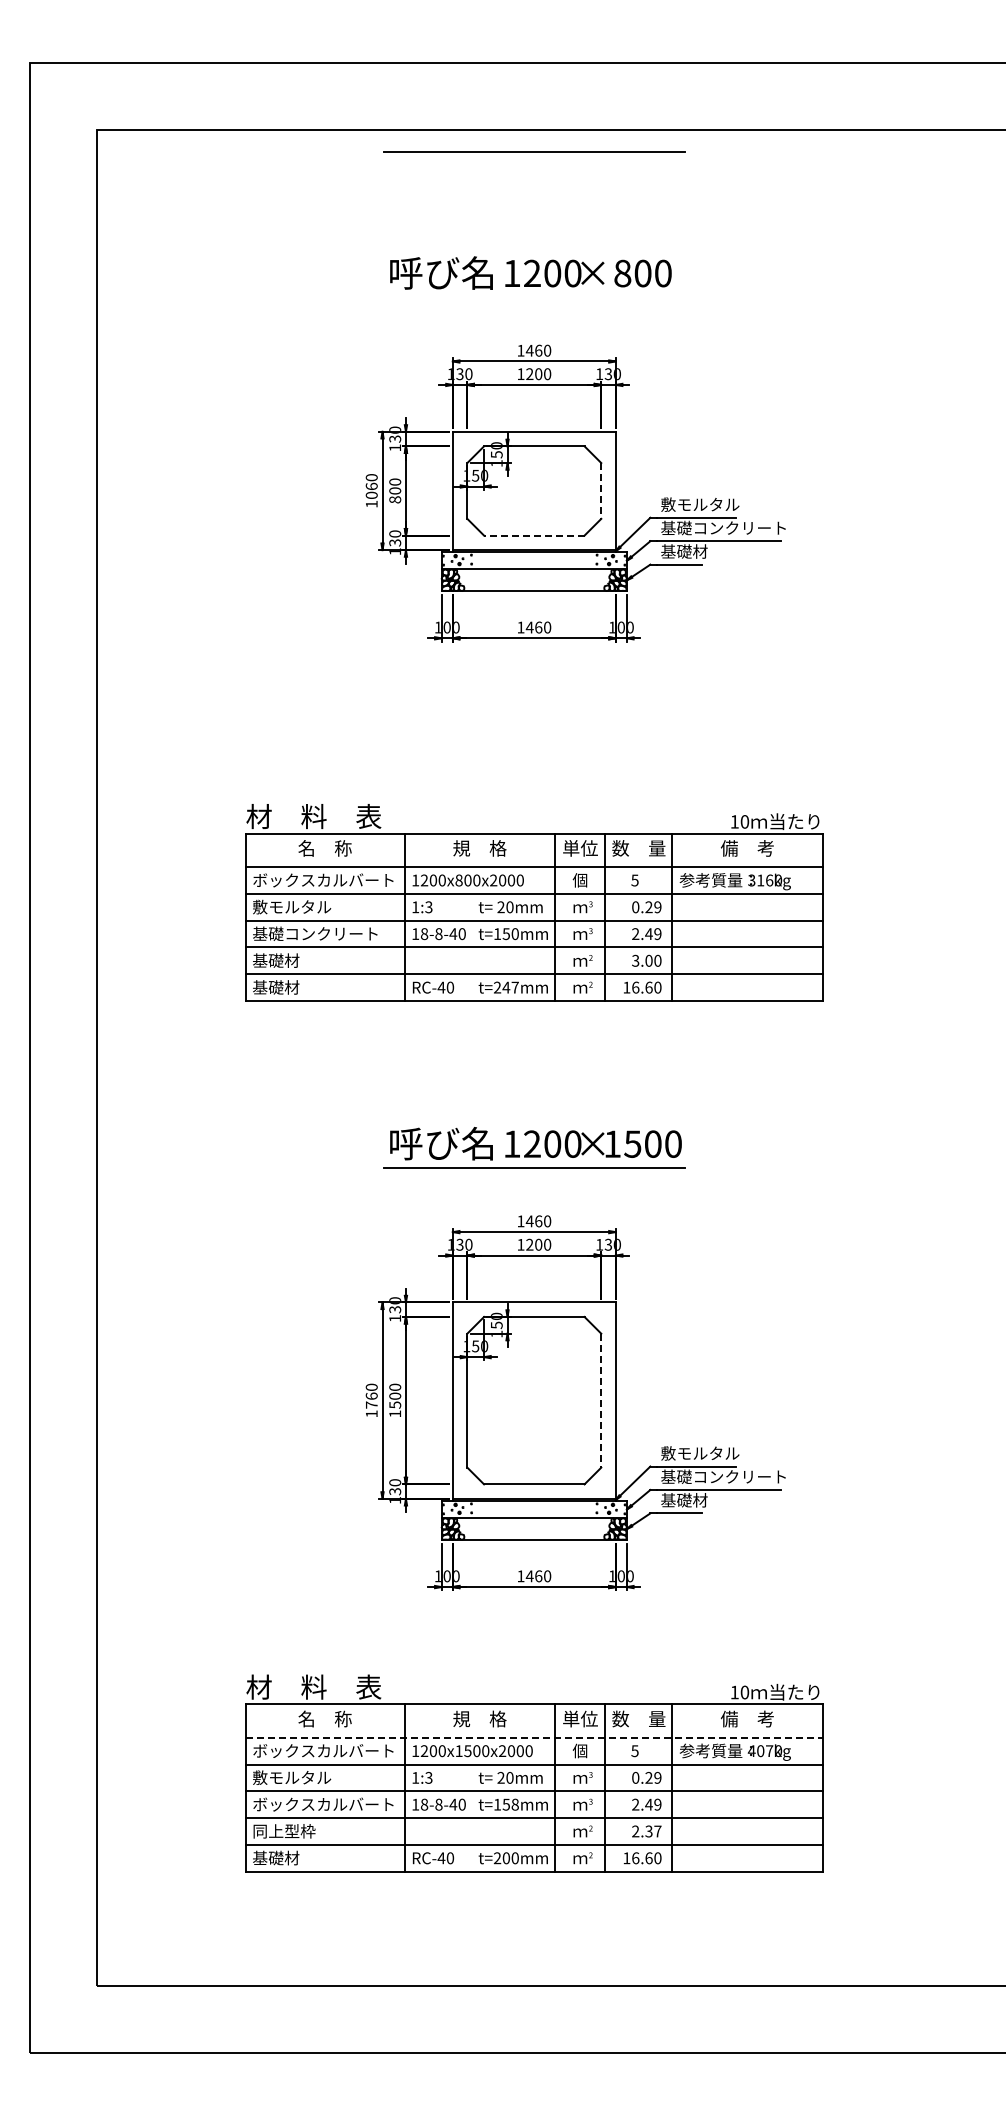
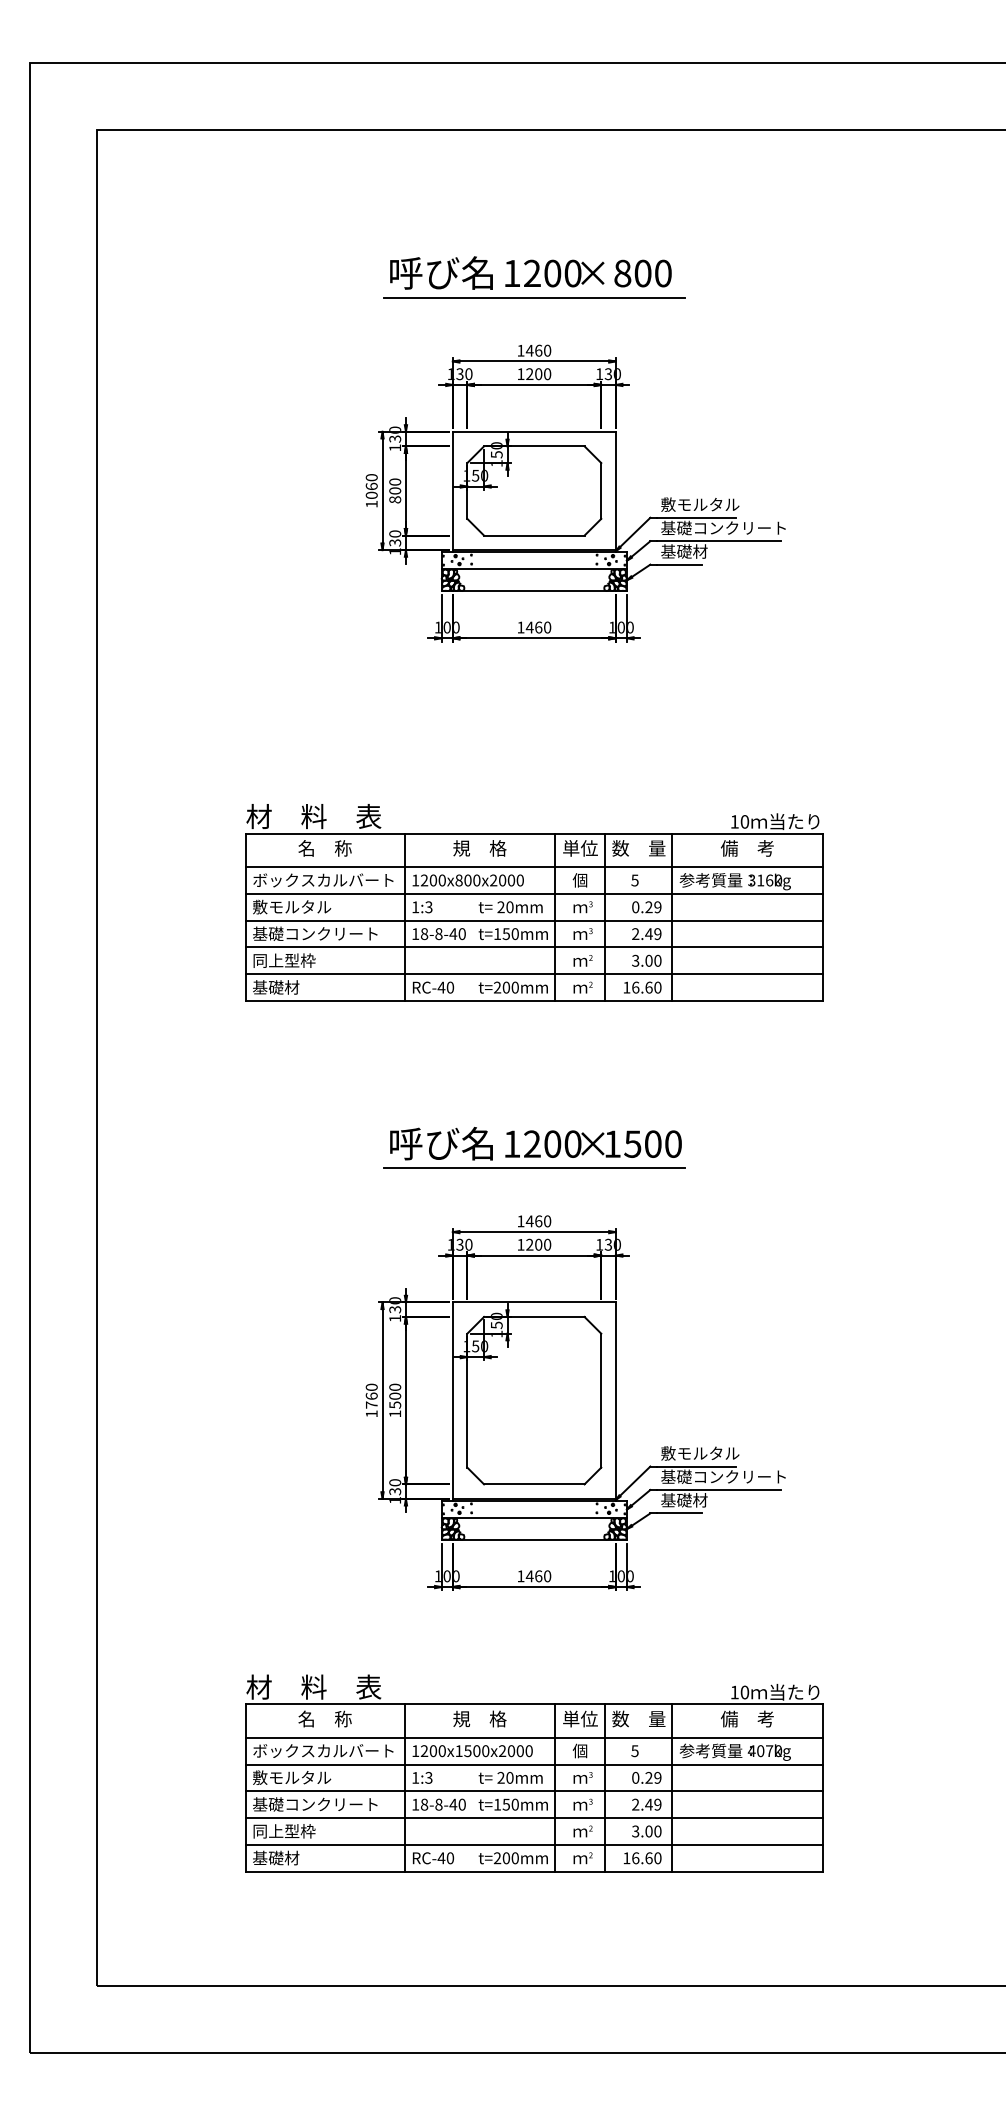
line at (534, 151) position: (534, 151) -> (534, 297)
line at (601, 490): dashed -> solid
line at (533, 535): dashed -> solid
text at (284, 960): 基礎材 -> 同上型枠
text at (510, 987): t=247mm -> t=200mm
line at (601, 1400): dashed -> solid
line at (534, 1737): dashed -> solid
text at (323, 1804): ボックスカルバート -> 基礎コンクリート
text at (514, 1804): t=158mm -> t=150mm
text at (646, 1831): 2.37 -> 3.00
